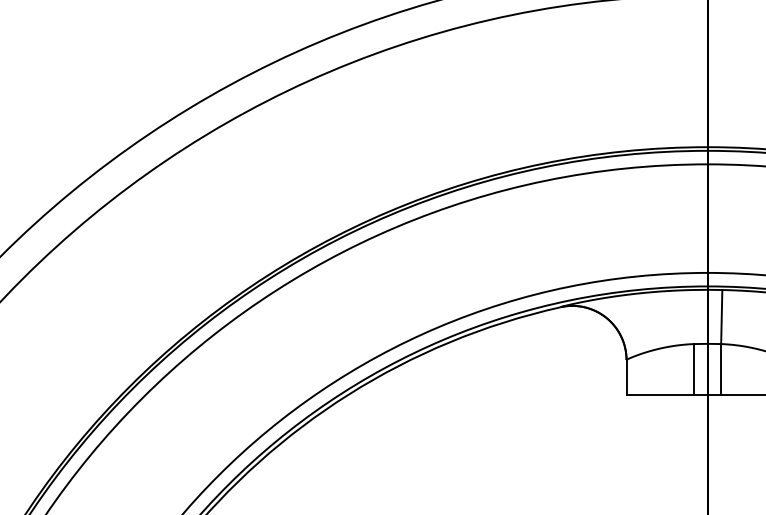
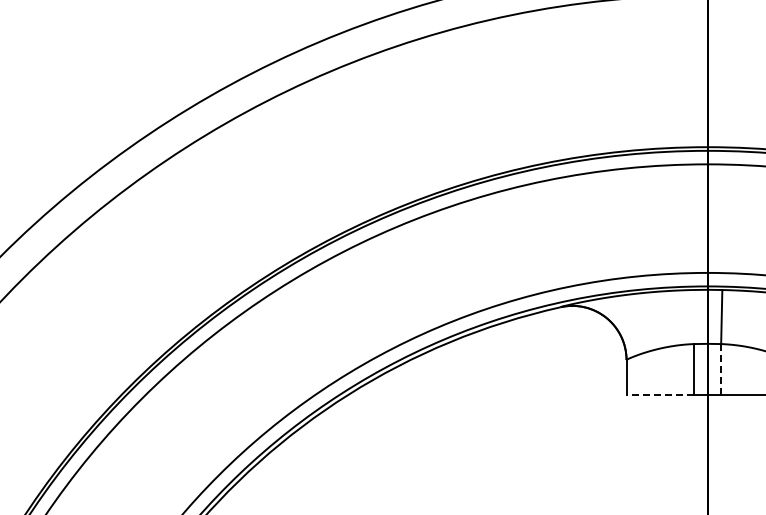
line at (721, 368): solid -> dashed
line at (660, 394): solid -> dashed
